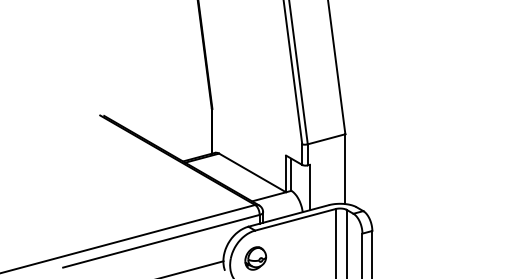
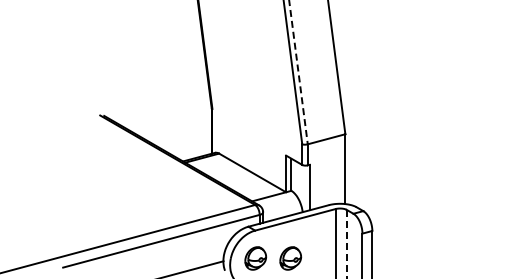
line at (298, 73): solid -> dashed
line at (346, 244): solid -> dashed
part at (290, 258): none -> present
